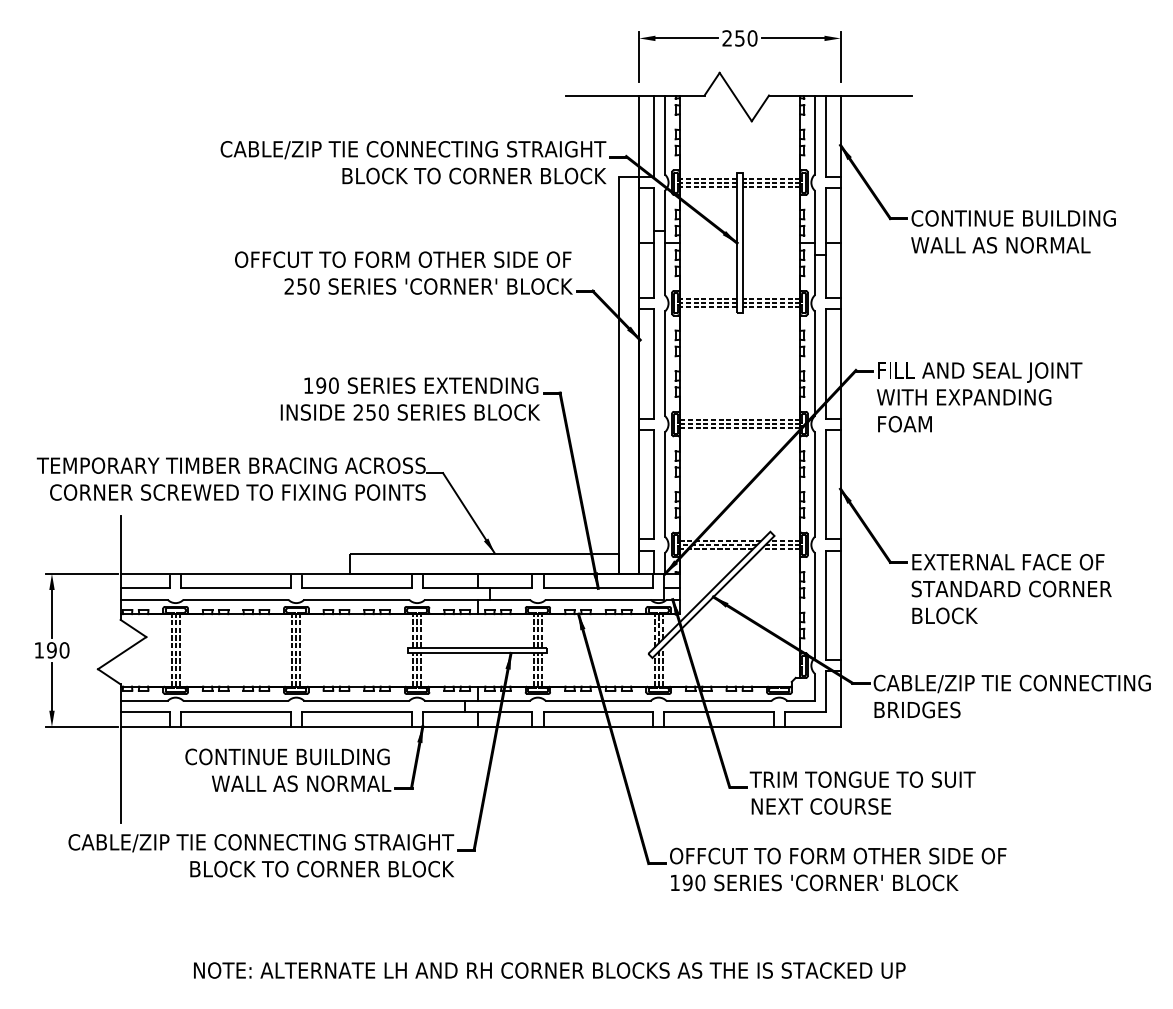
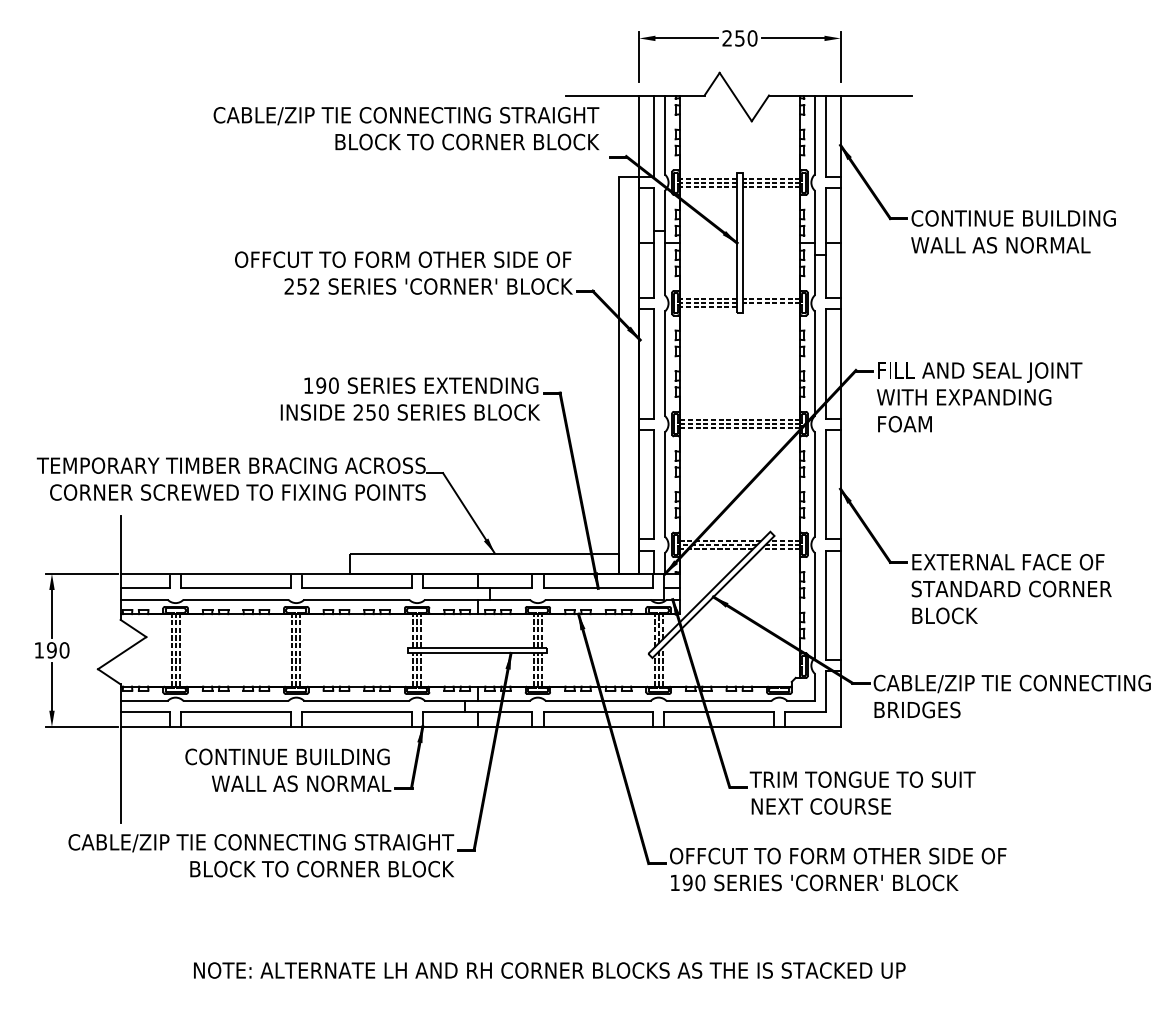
text at (413, 162) position: (413, 162) -> (406, 128)
text at (314, 286): 250 -> 252
line at (771, 307): present -> none
